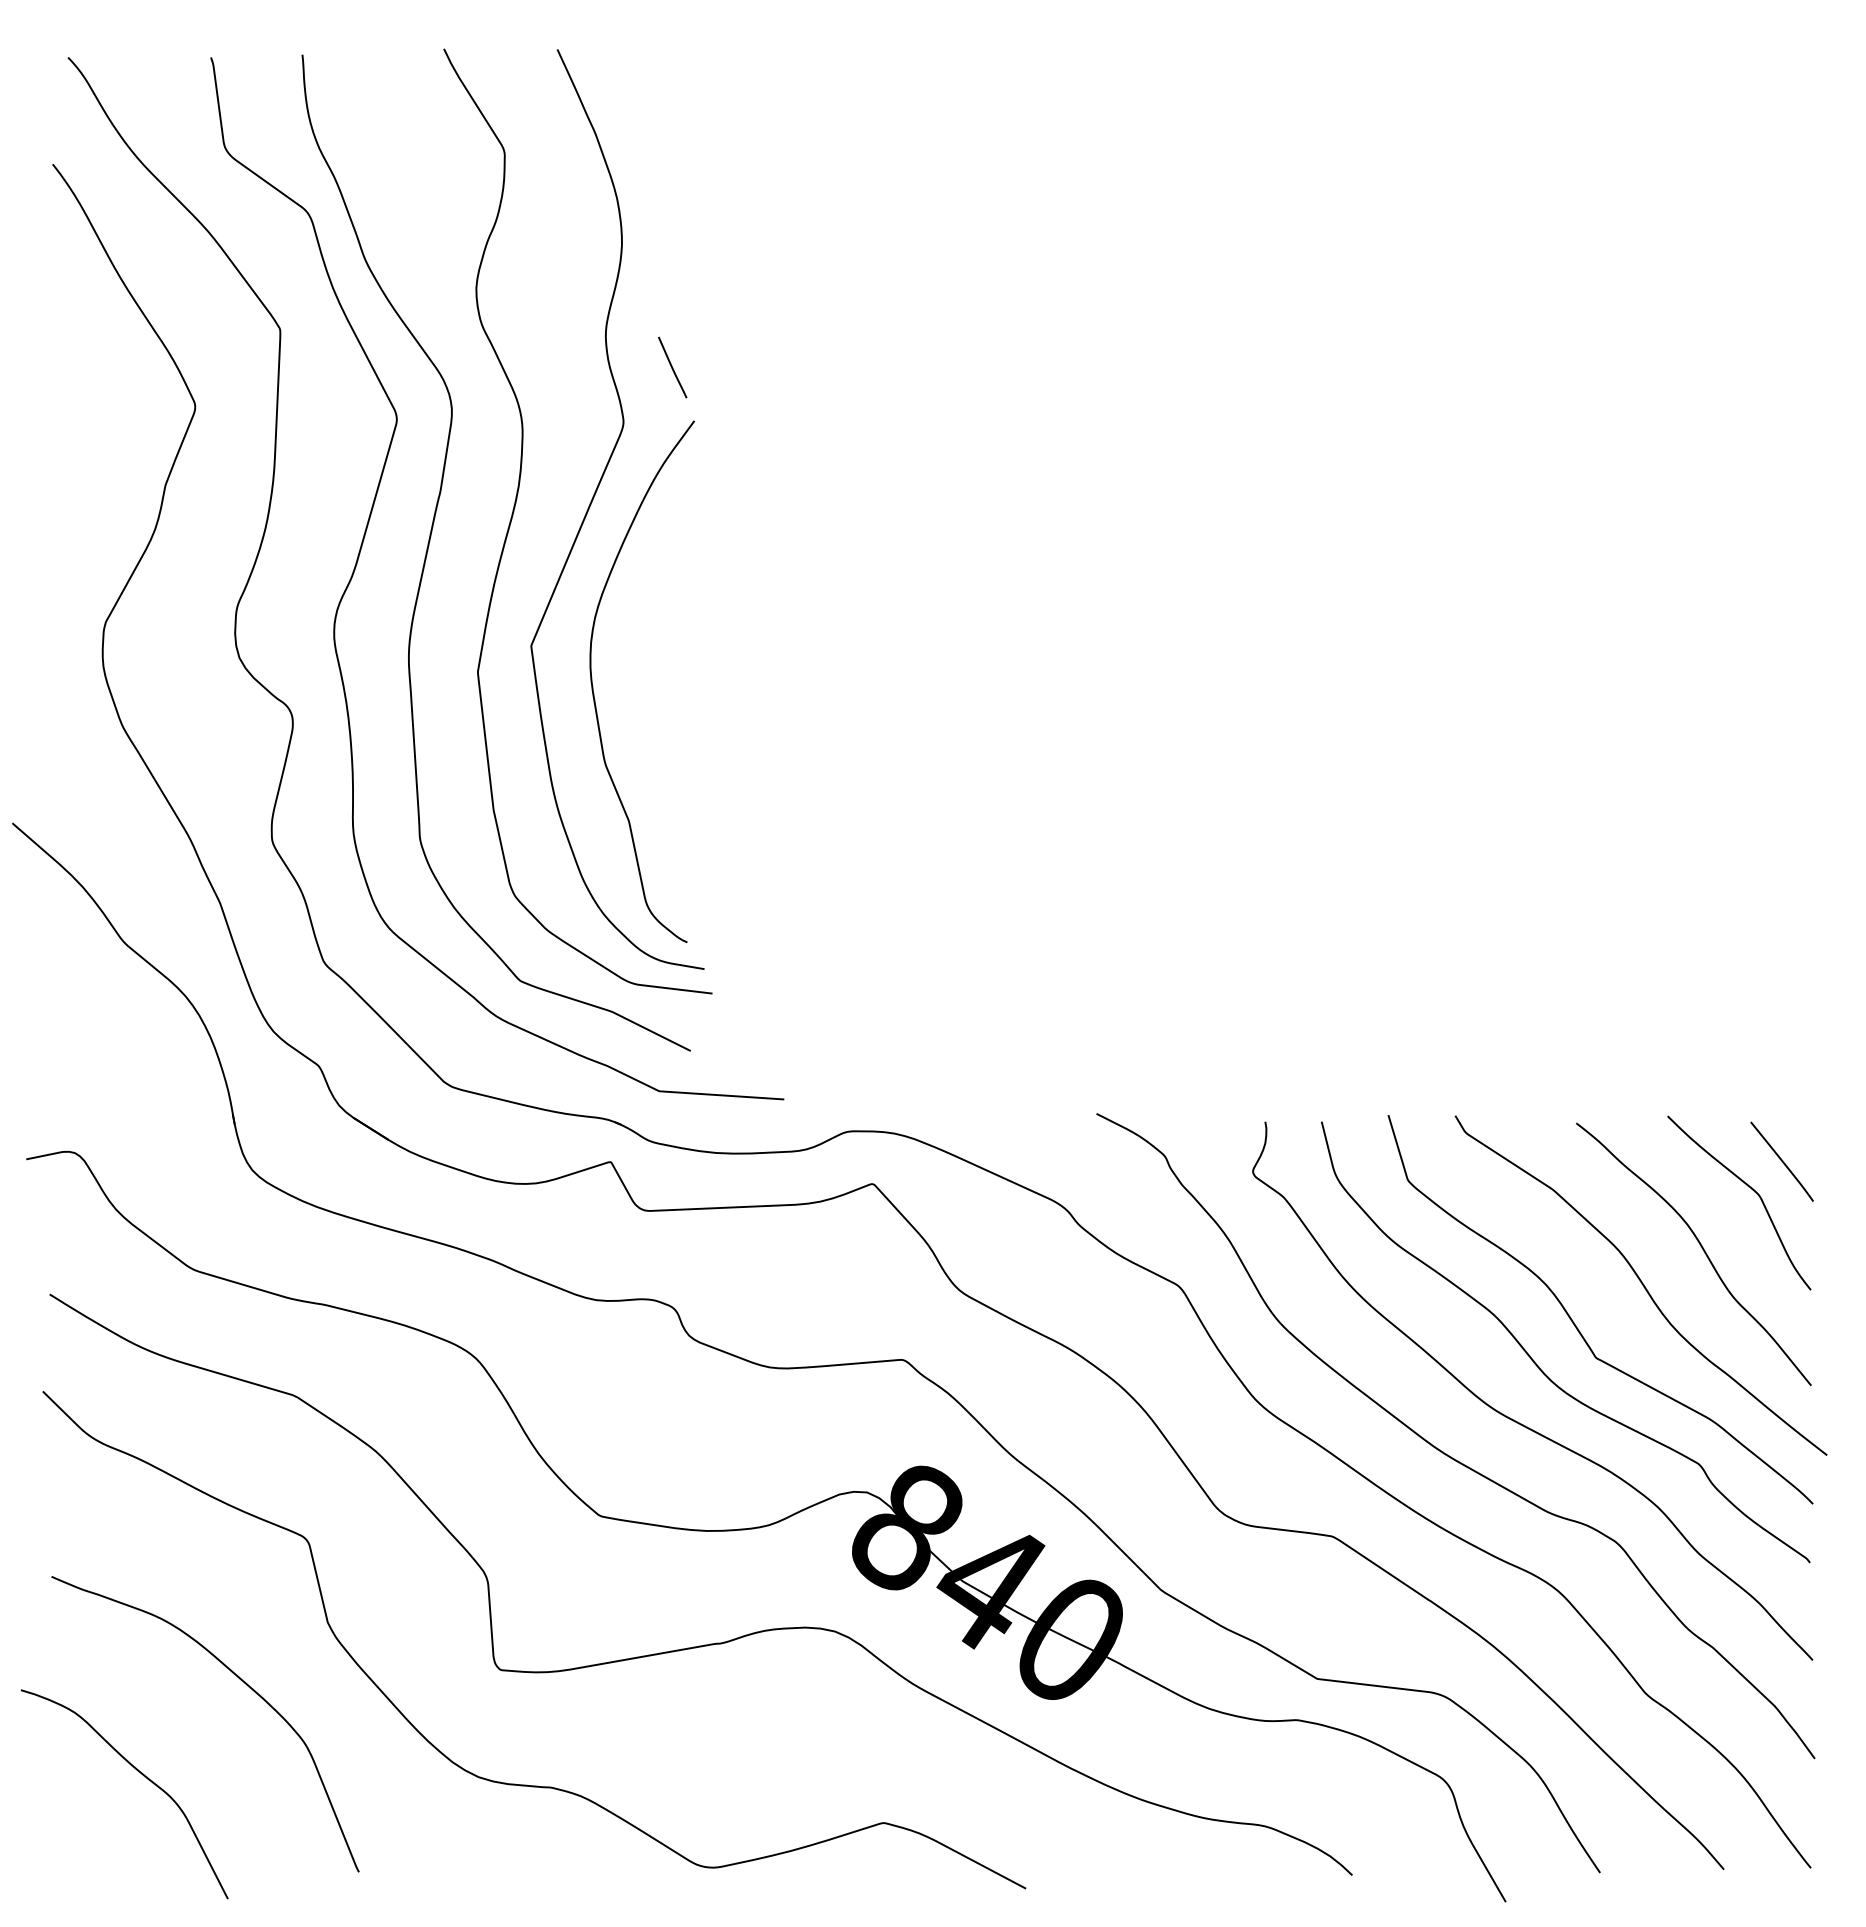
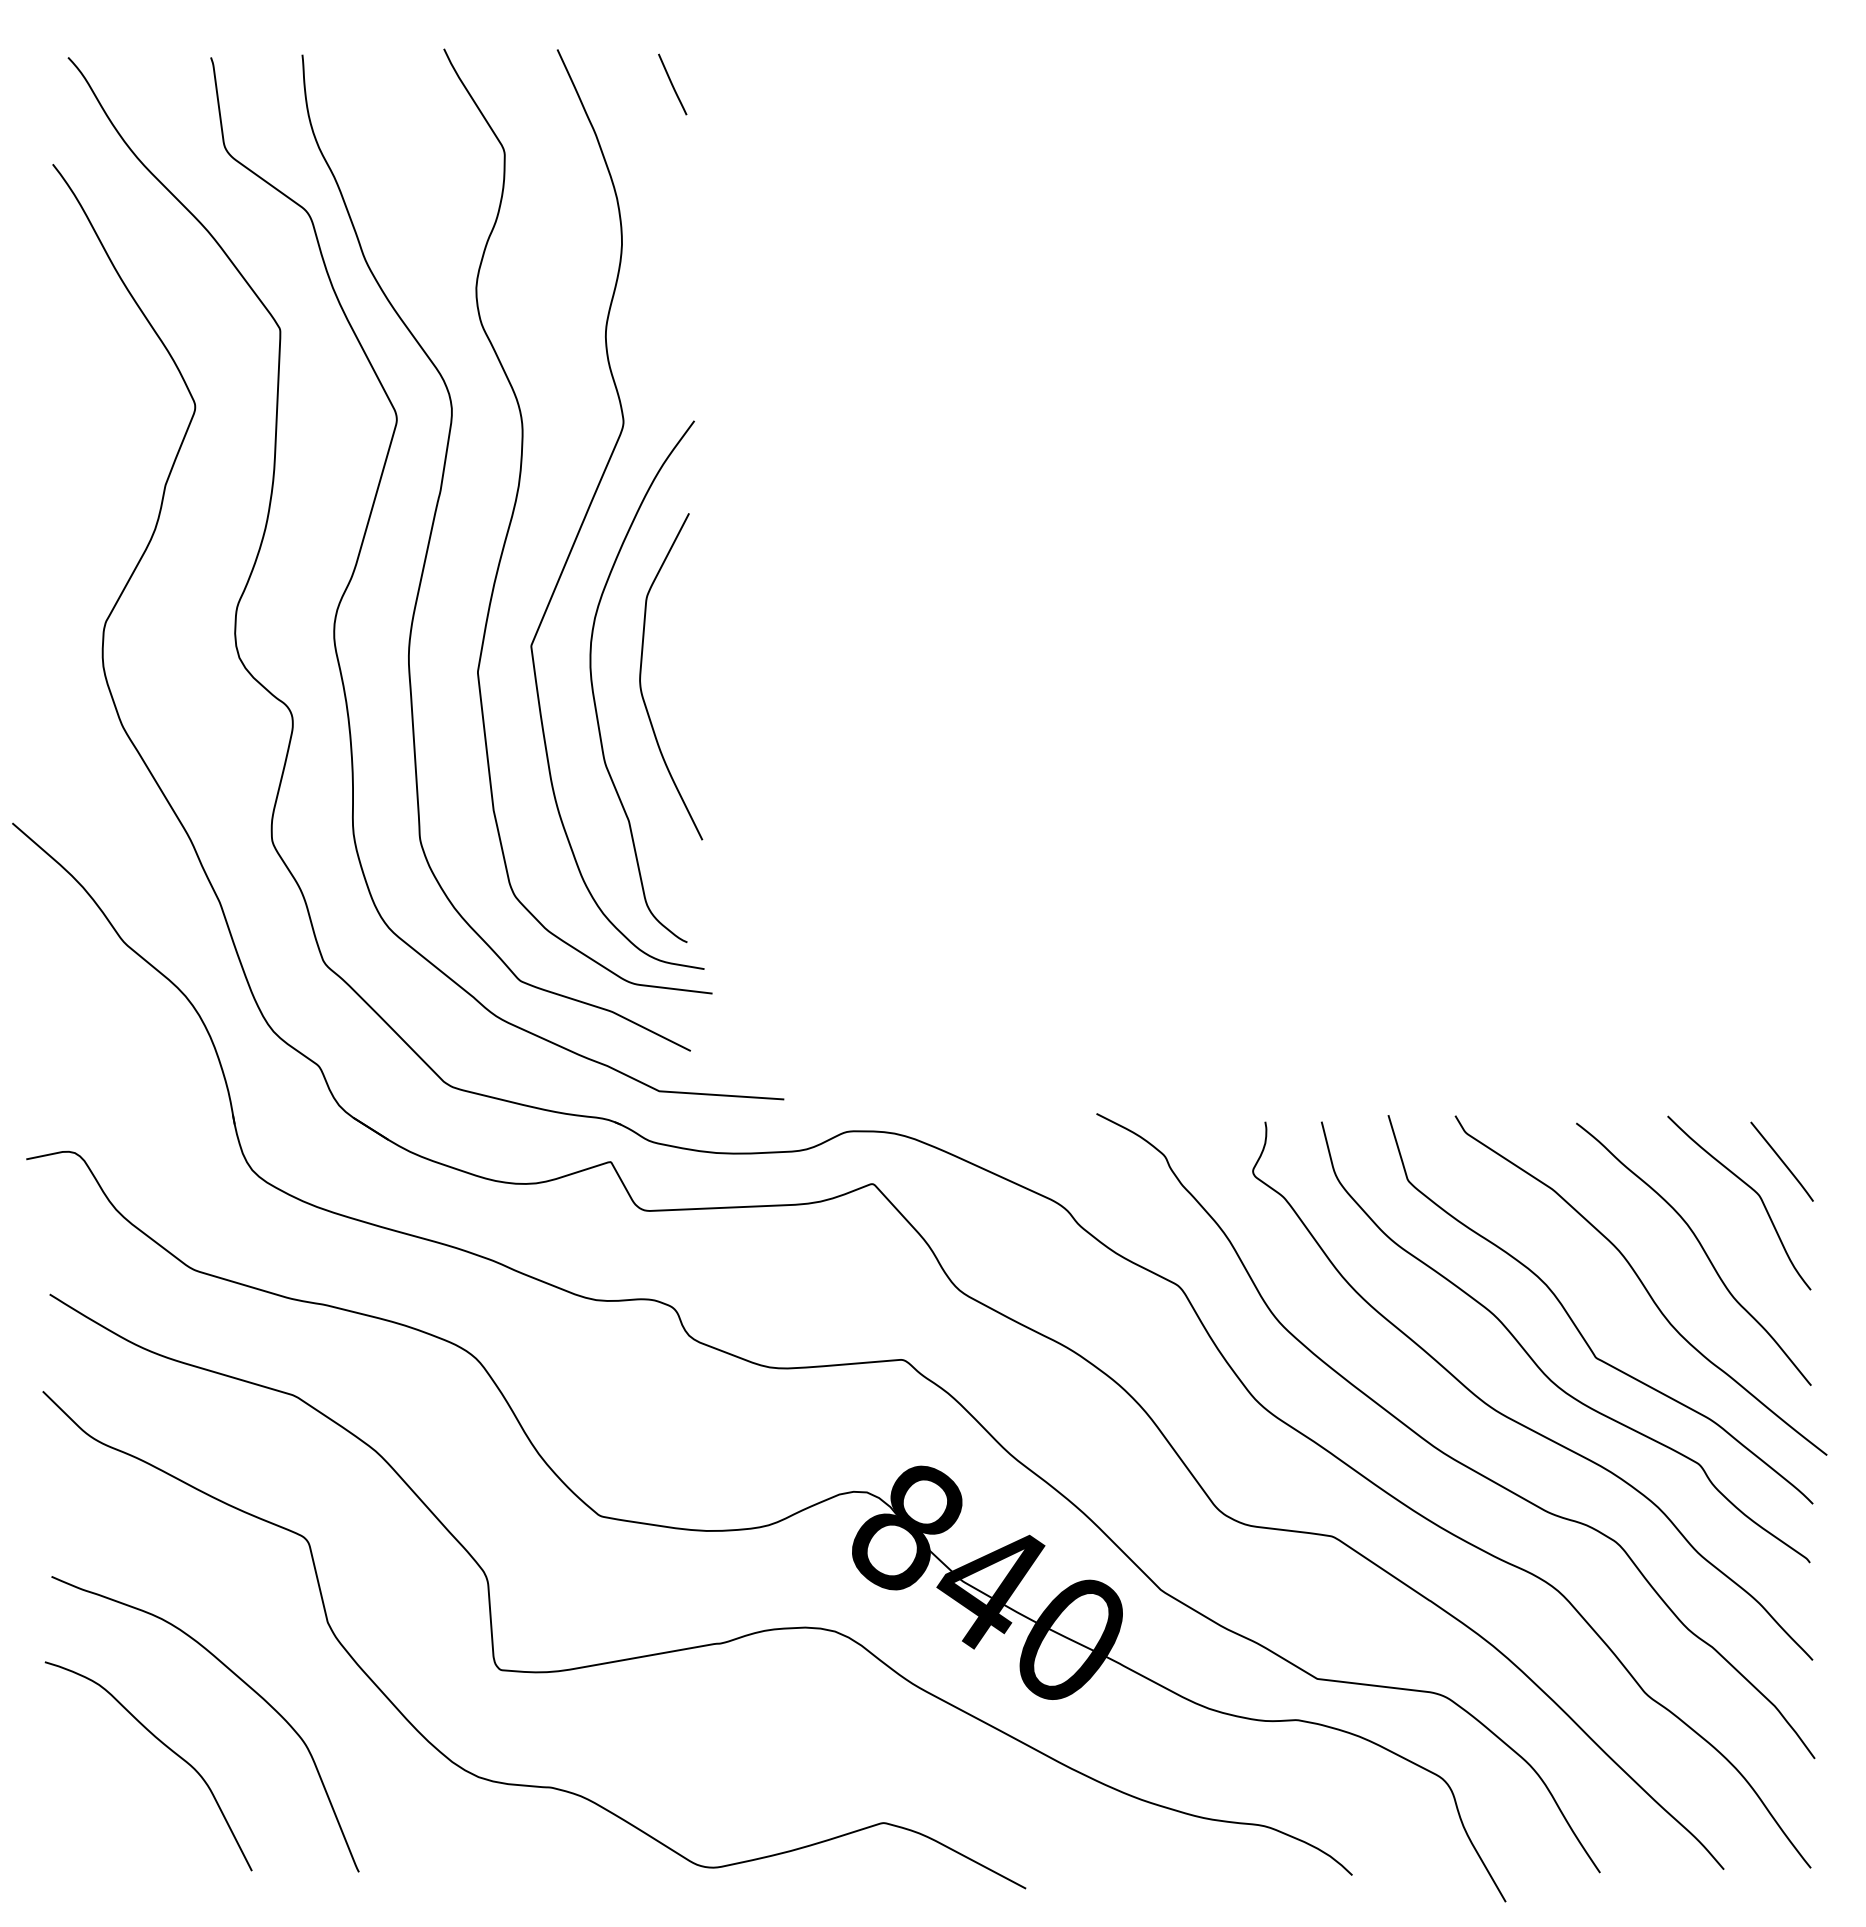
line at (672, 367) position: (672, 367) -> (672, 84)
curve at (641, 676): none -> present
curve at (138, 1772) position: (138, 1772) -> (162, 1744)
